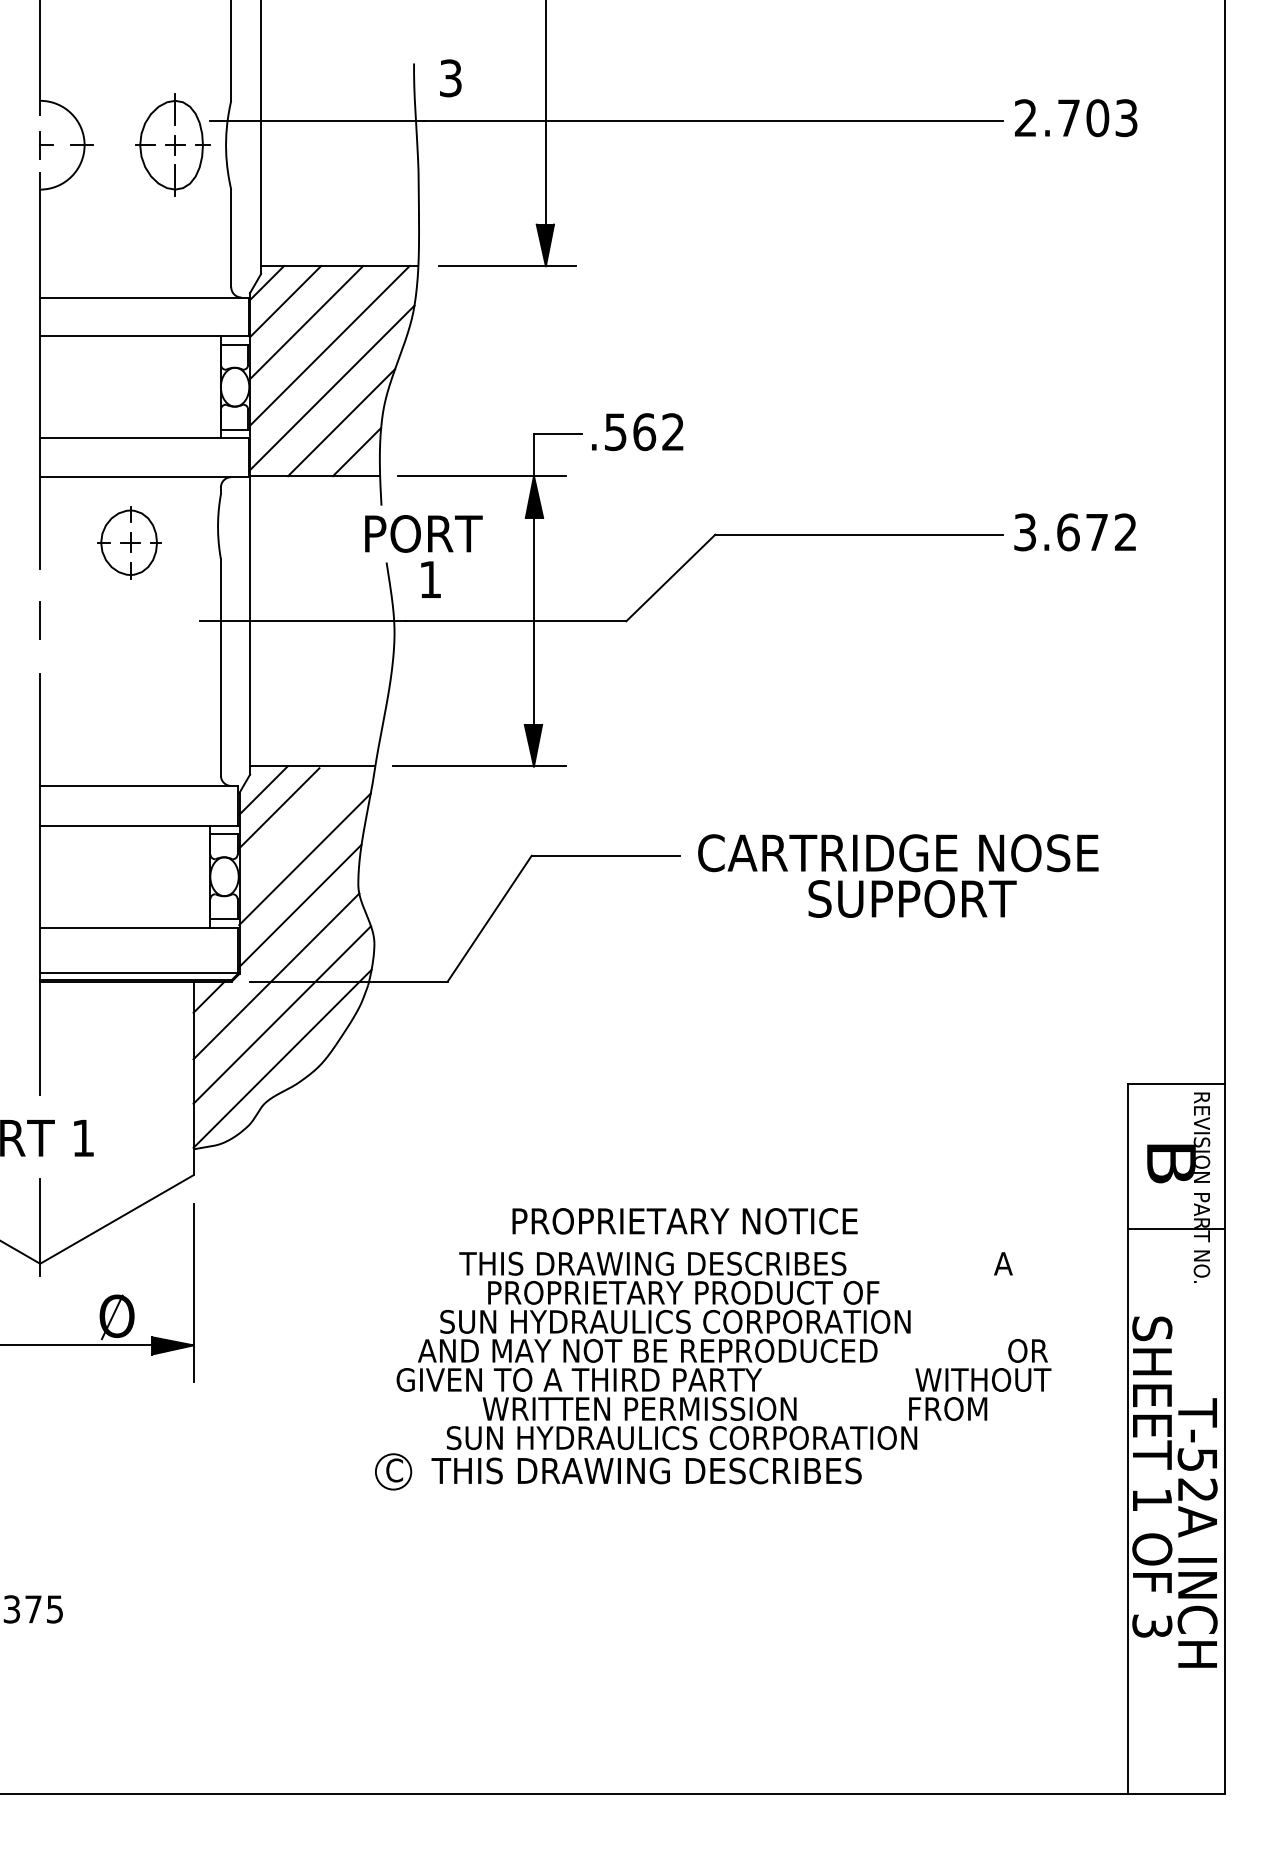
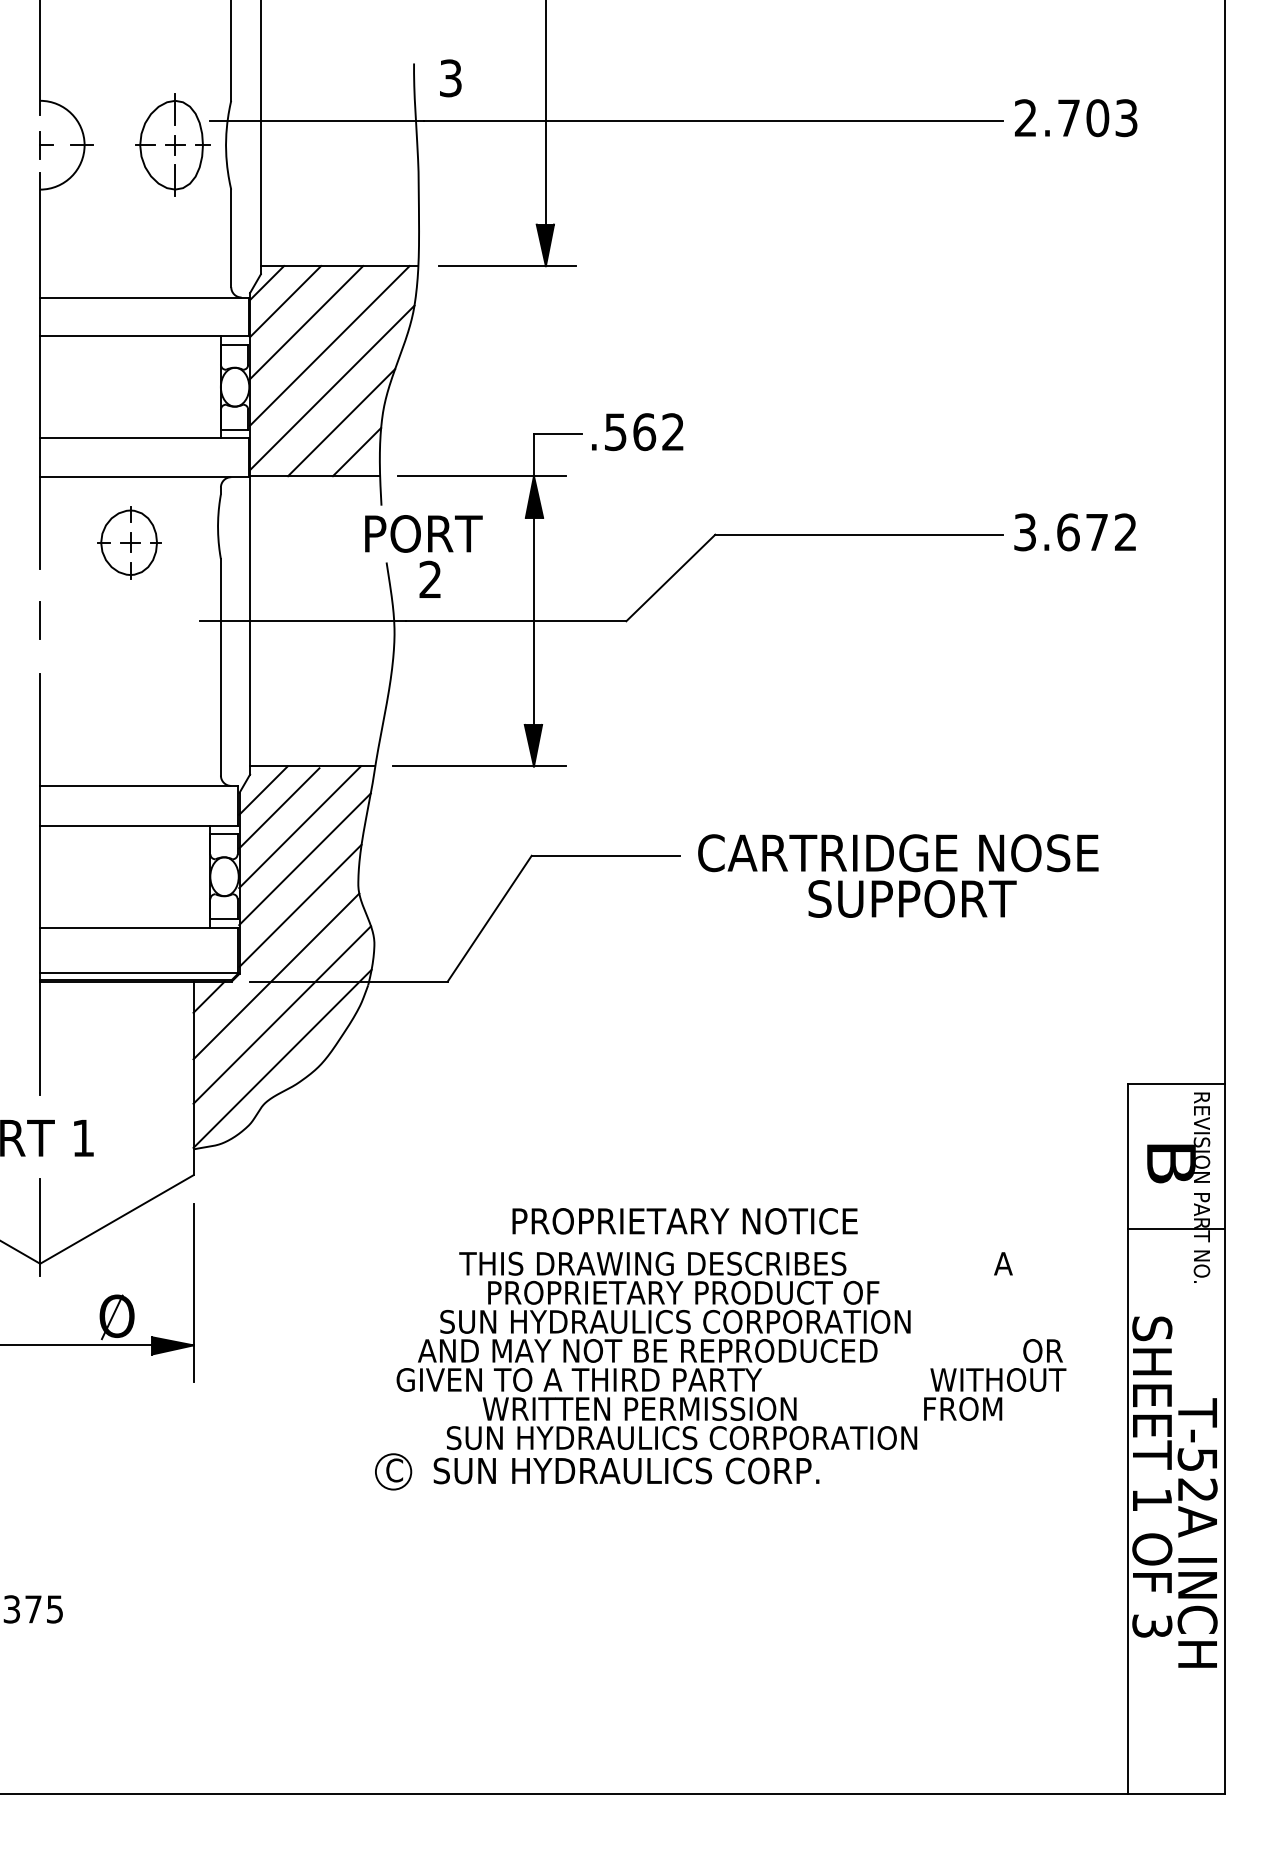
text at (429, 578): 1 -> 2
line at (299, 827): none -> present
text at (980, 1379) position: (980, 1379) -> (995, 1379)
text at (646, 1470): THIS DRAWING DESCRIBES -> SUN HYDRAULICS CORP.
